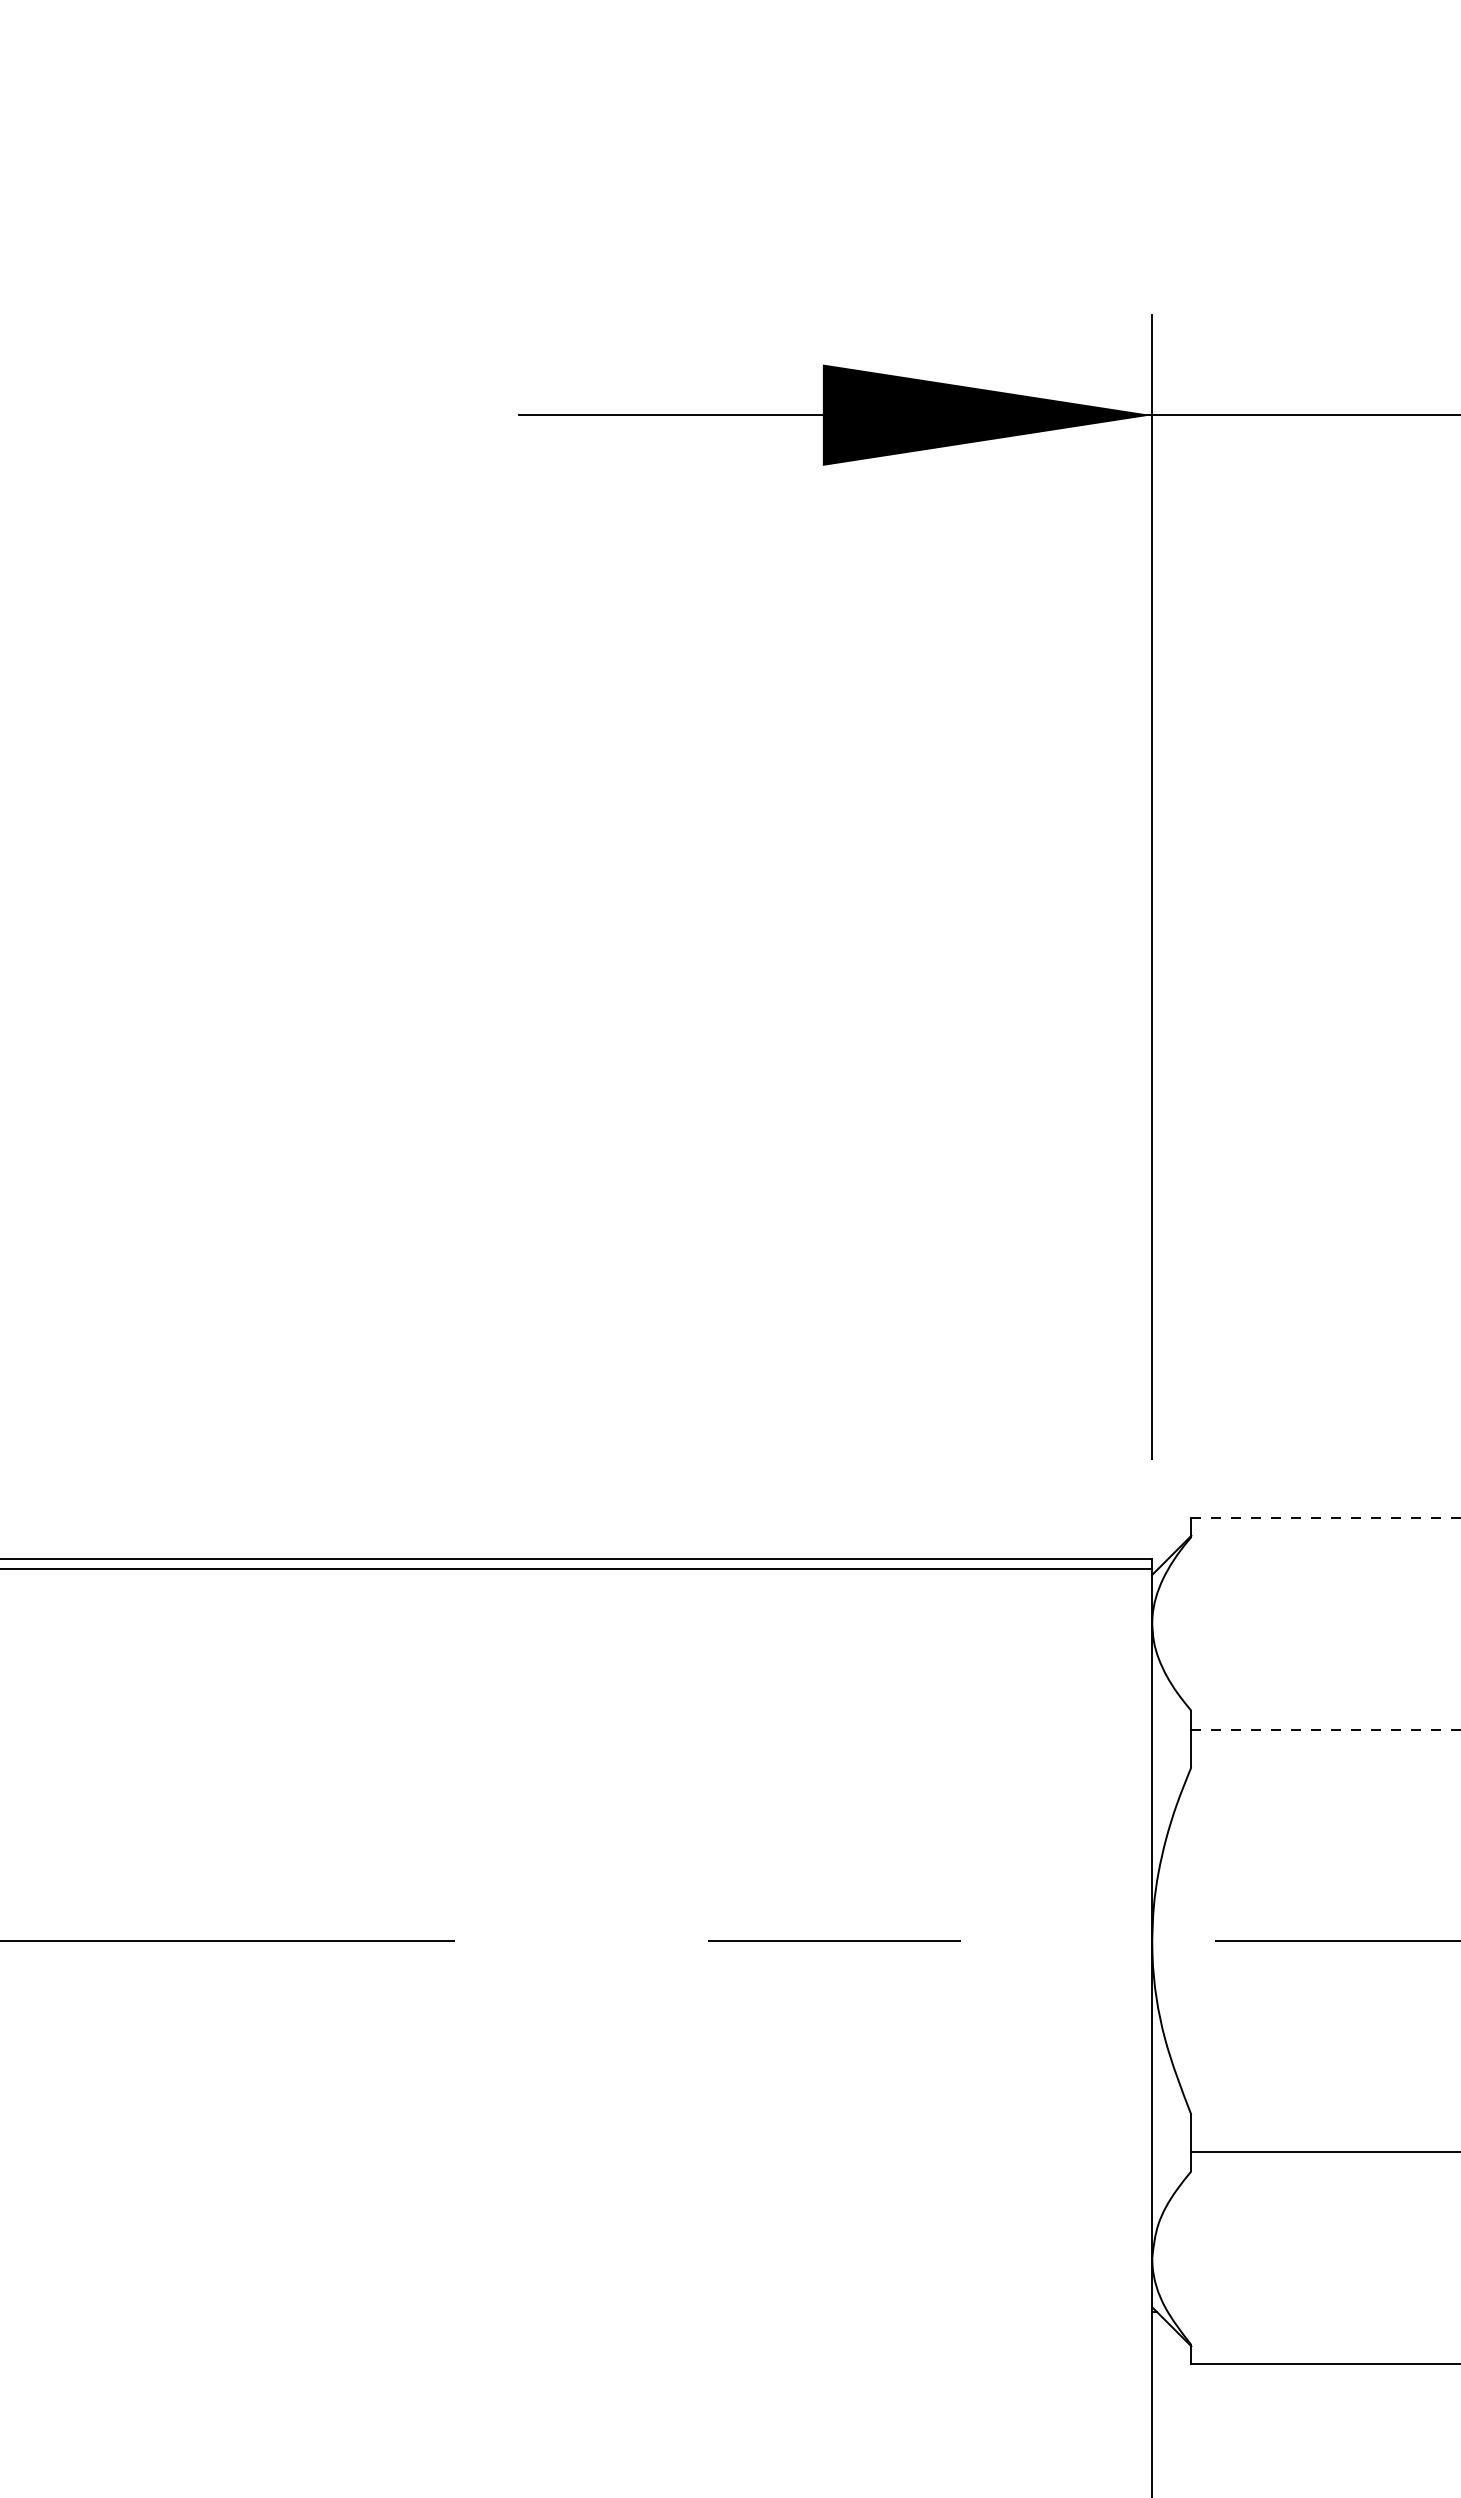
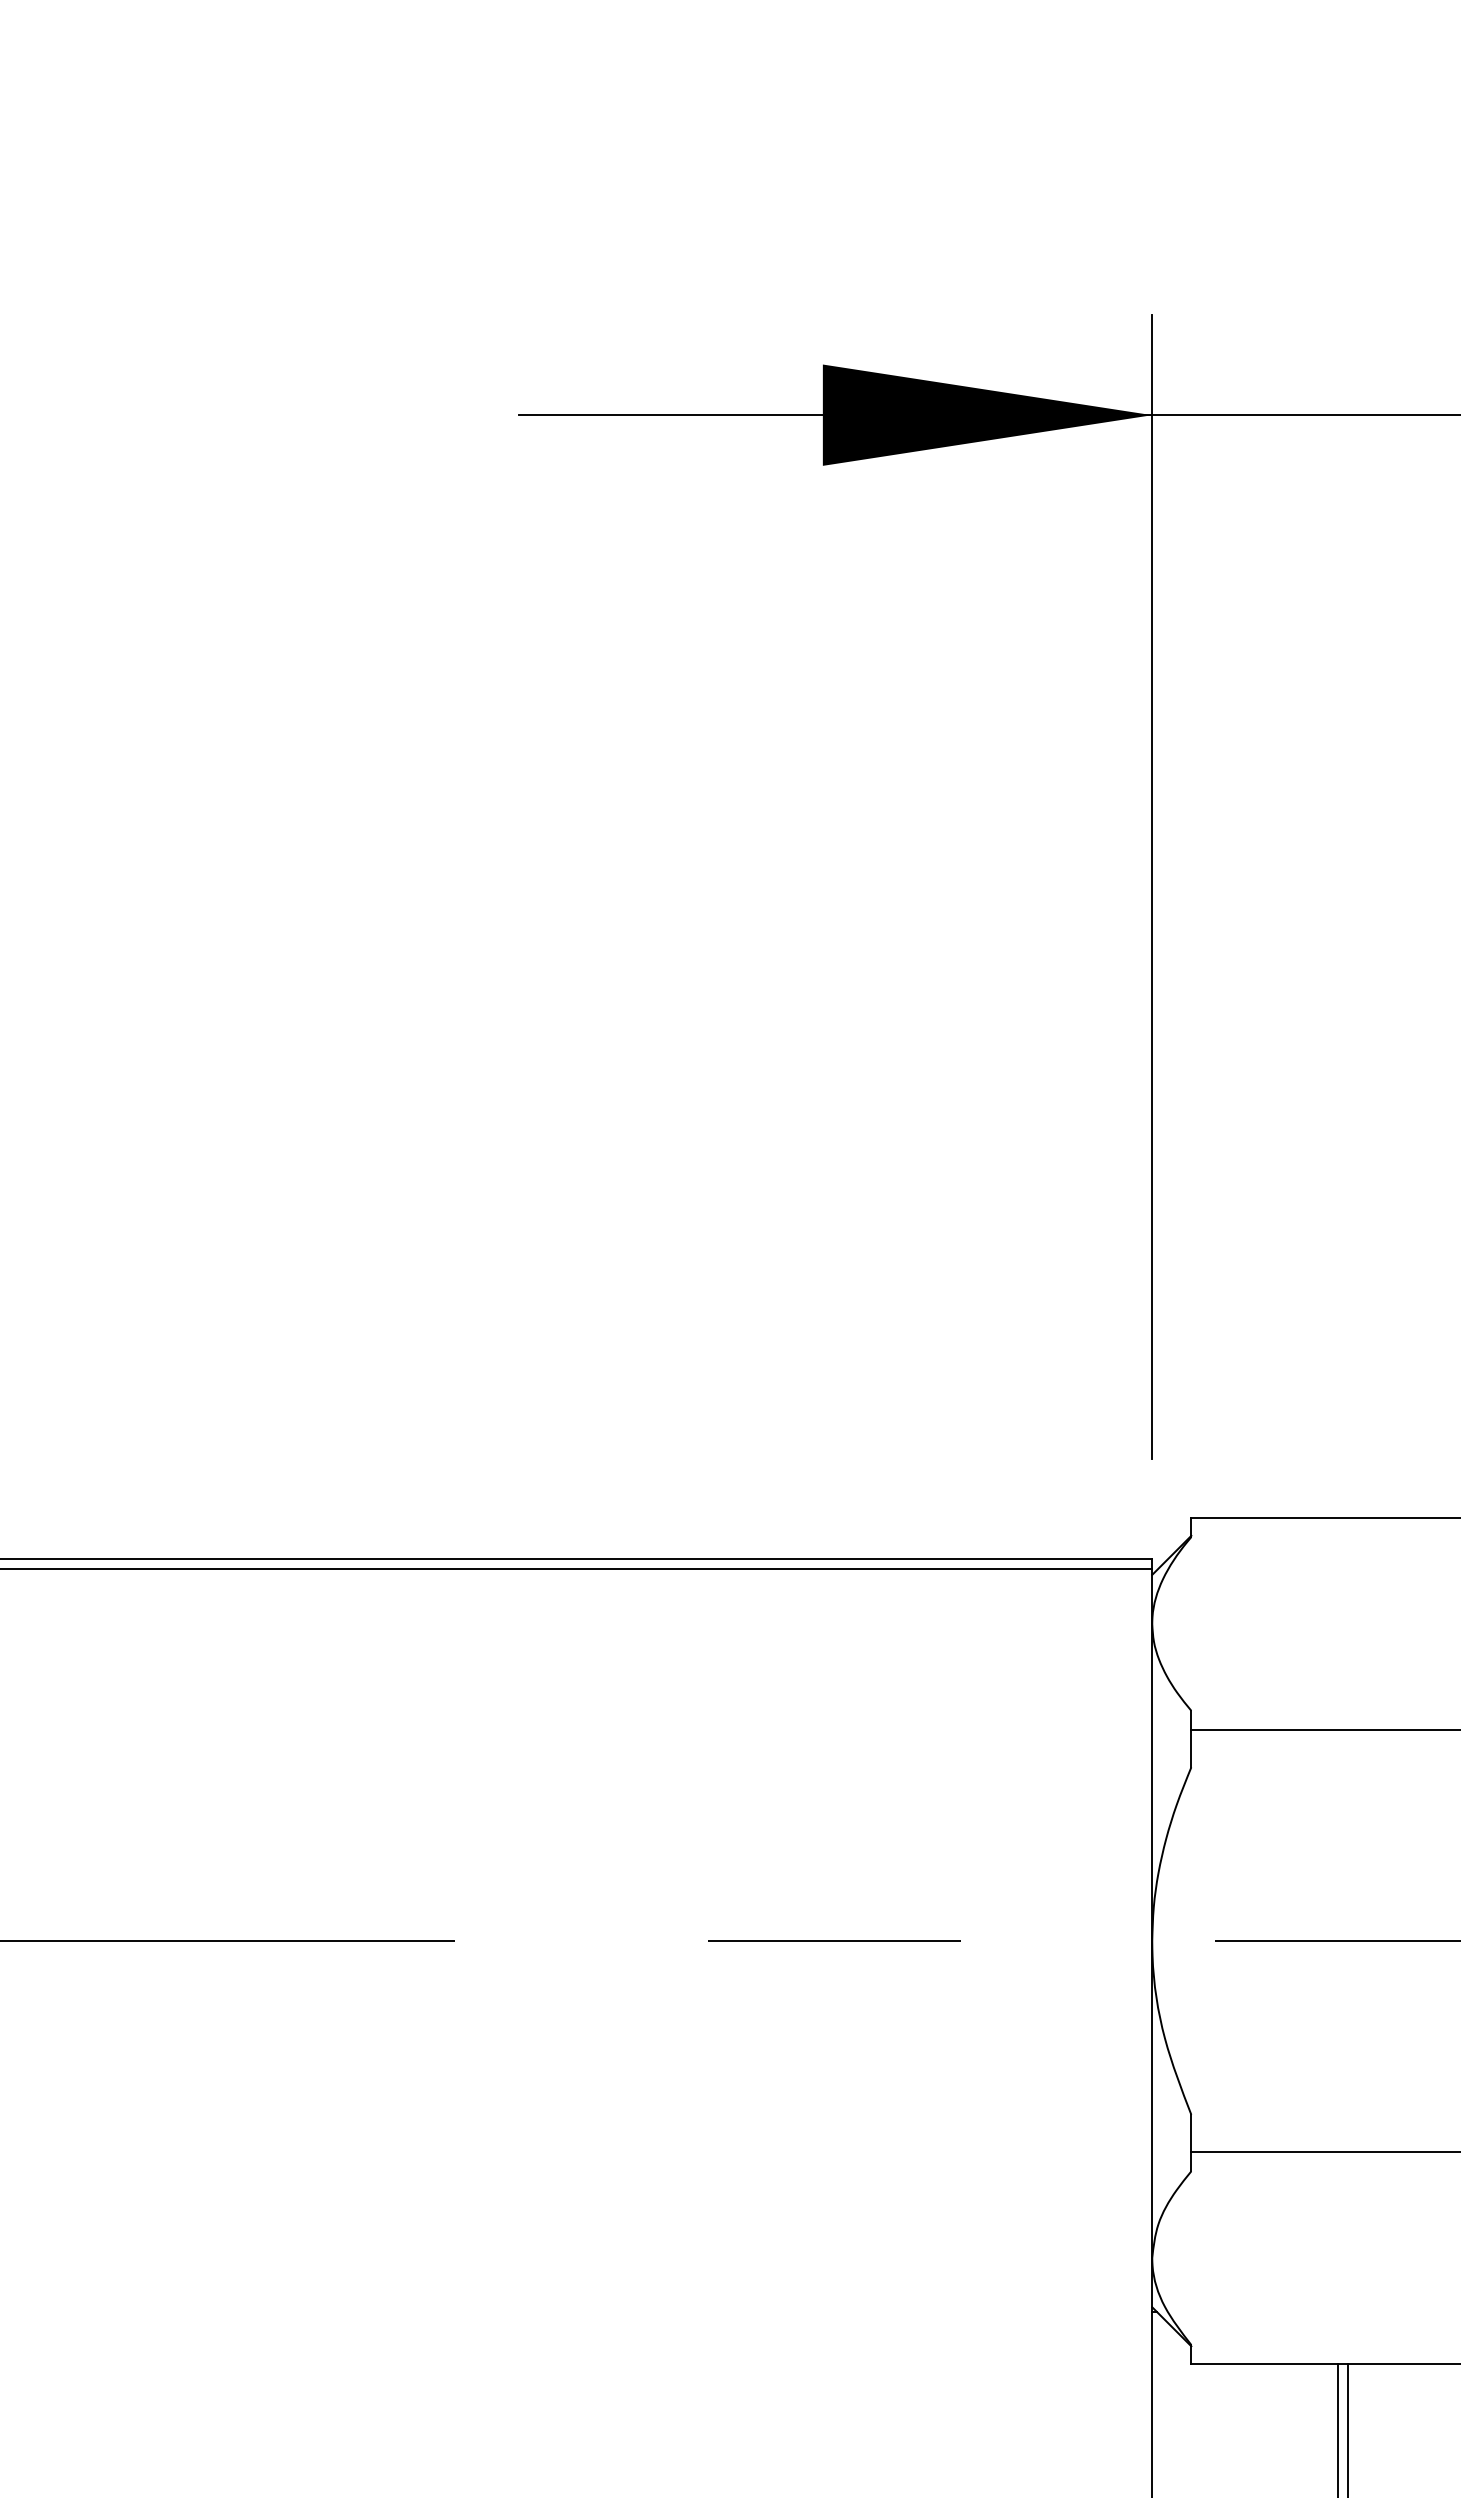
line at (1326, 1518): dashed -> solid
line at (1326, 1729): dashed -> solid
line at (1338, 2428): none -> present
line at (1347, 2428): none -> present
